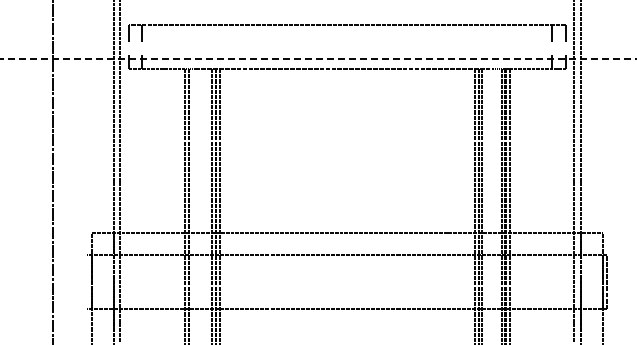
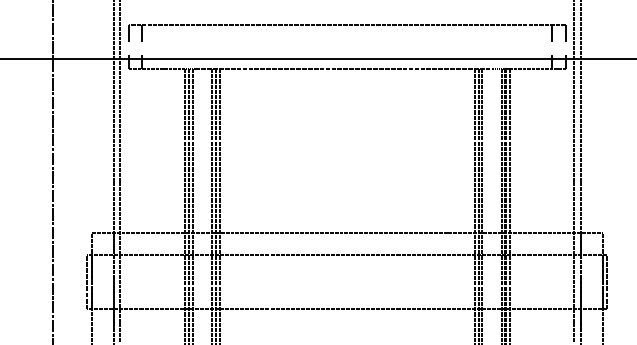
line at (318, 58): dashed -> solid
line at (192, 205): none -> present
line at (87, 281): none -> present
